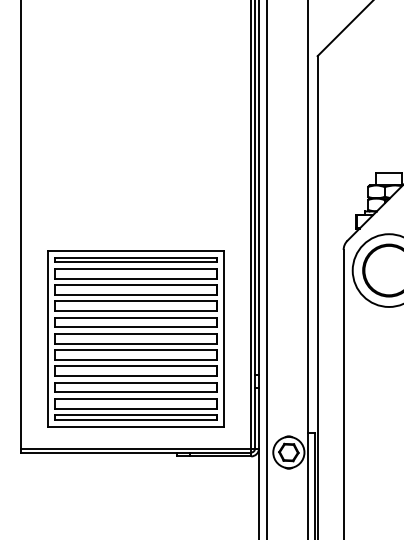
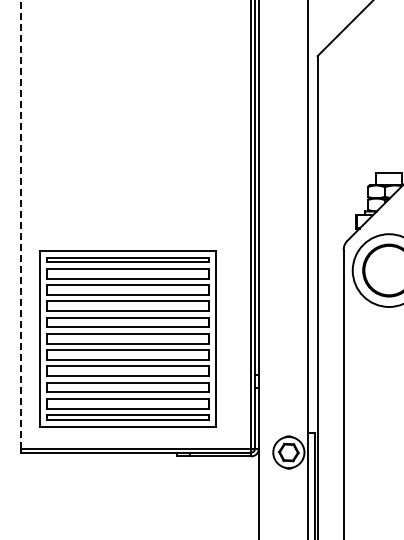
line at (21, 224): solid -> dashed
line at (266, 269): present -> none
part at (135, 338) position: (135, 338) -> (127, 338)
